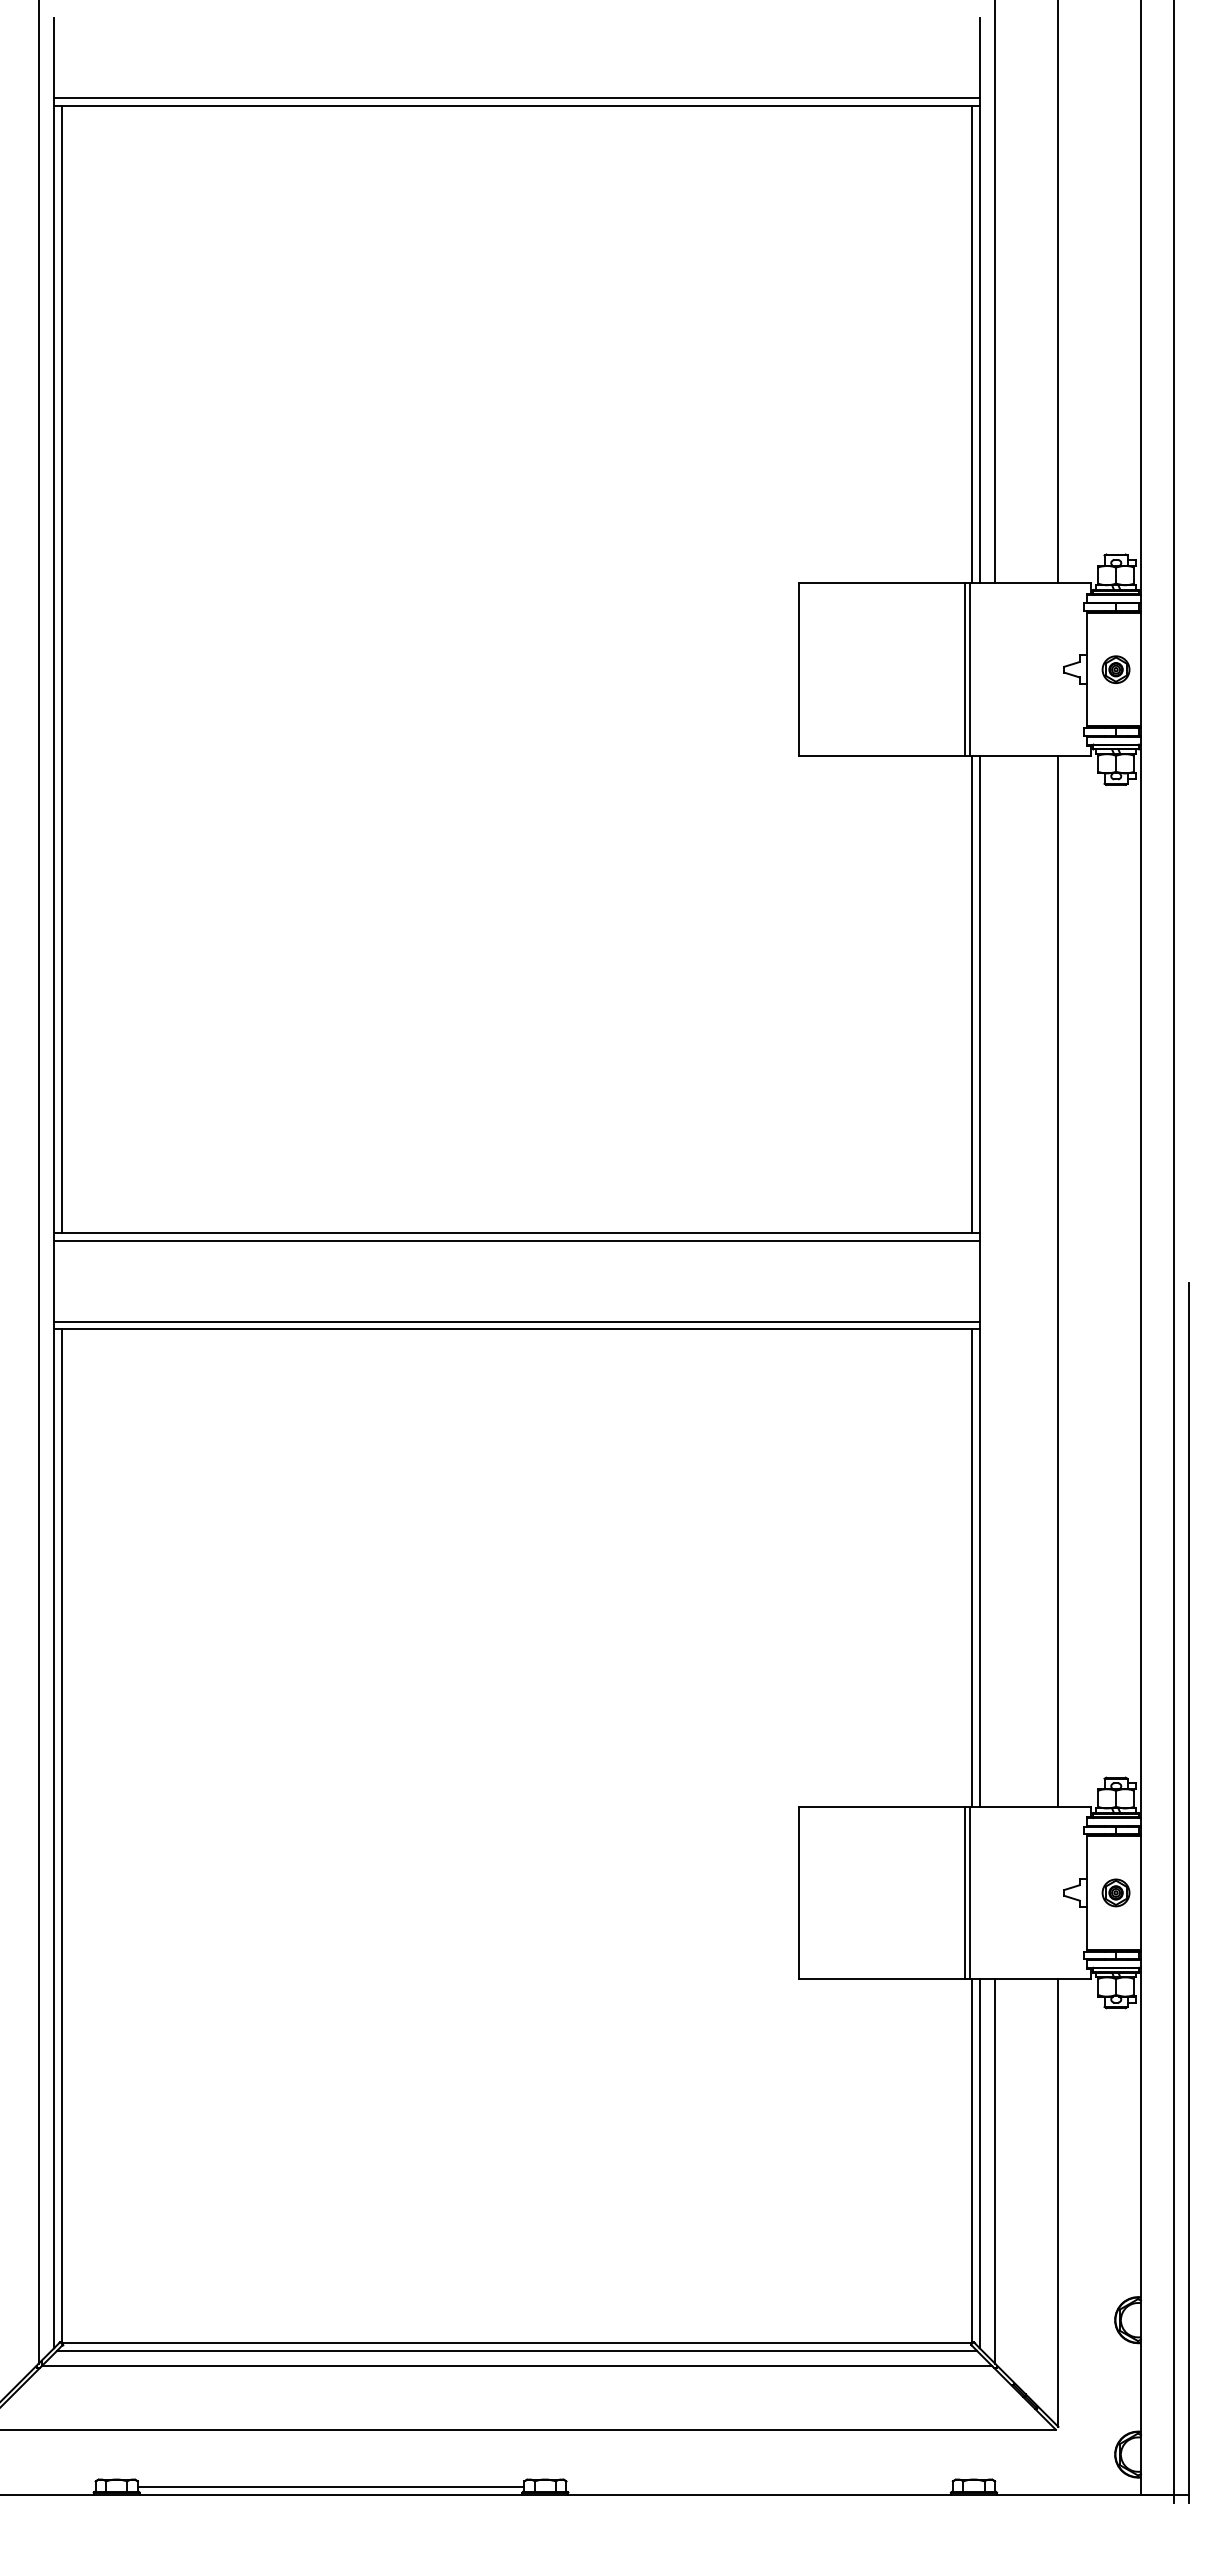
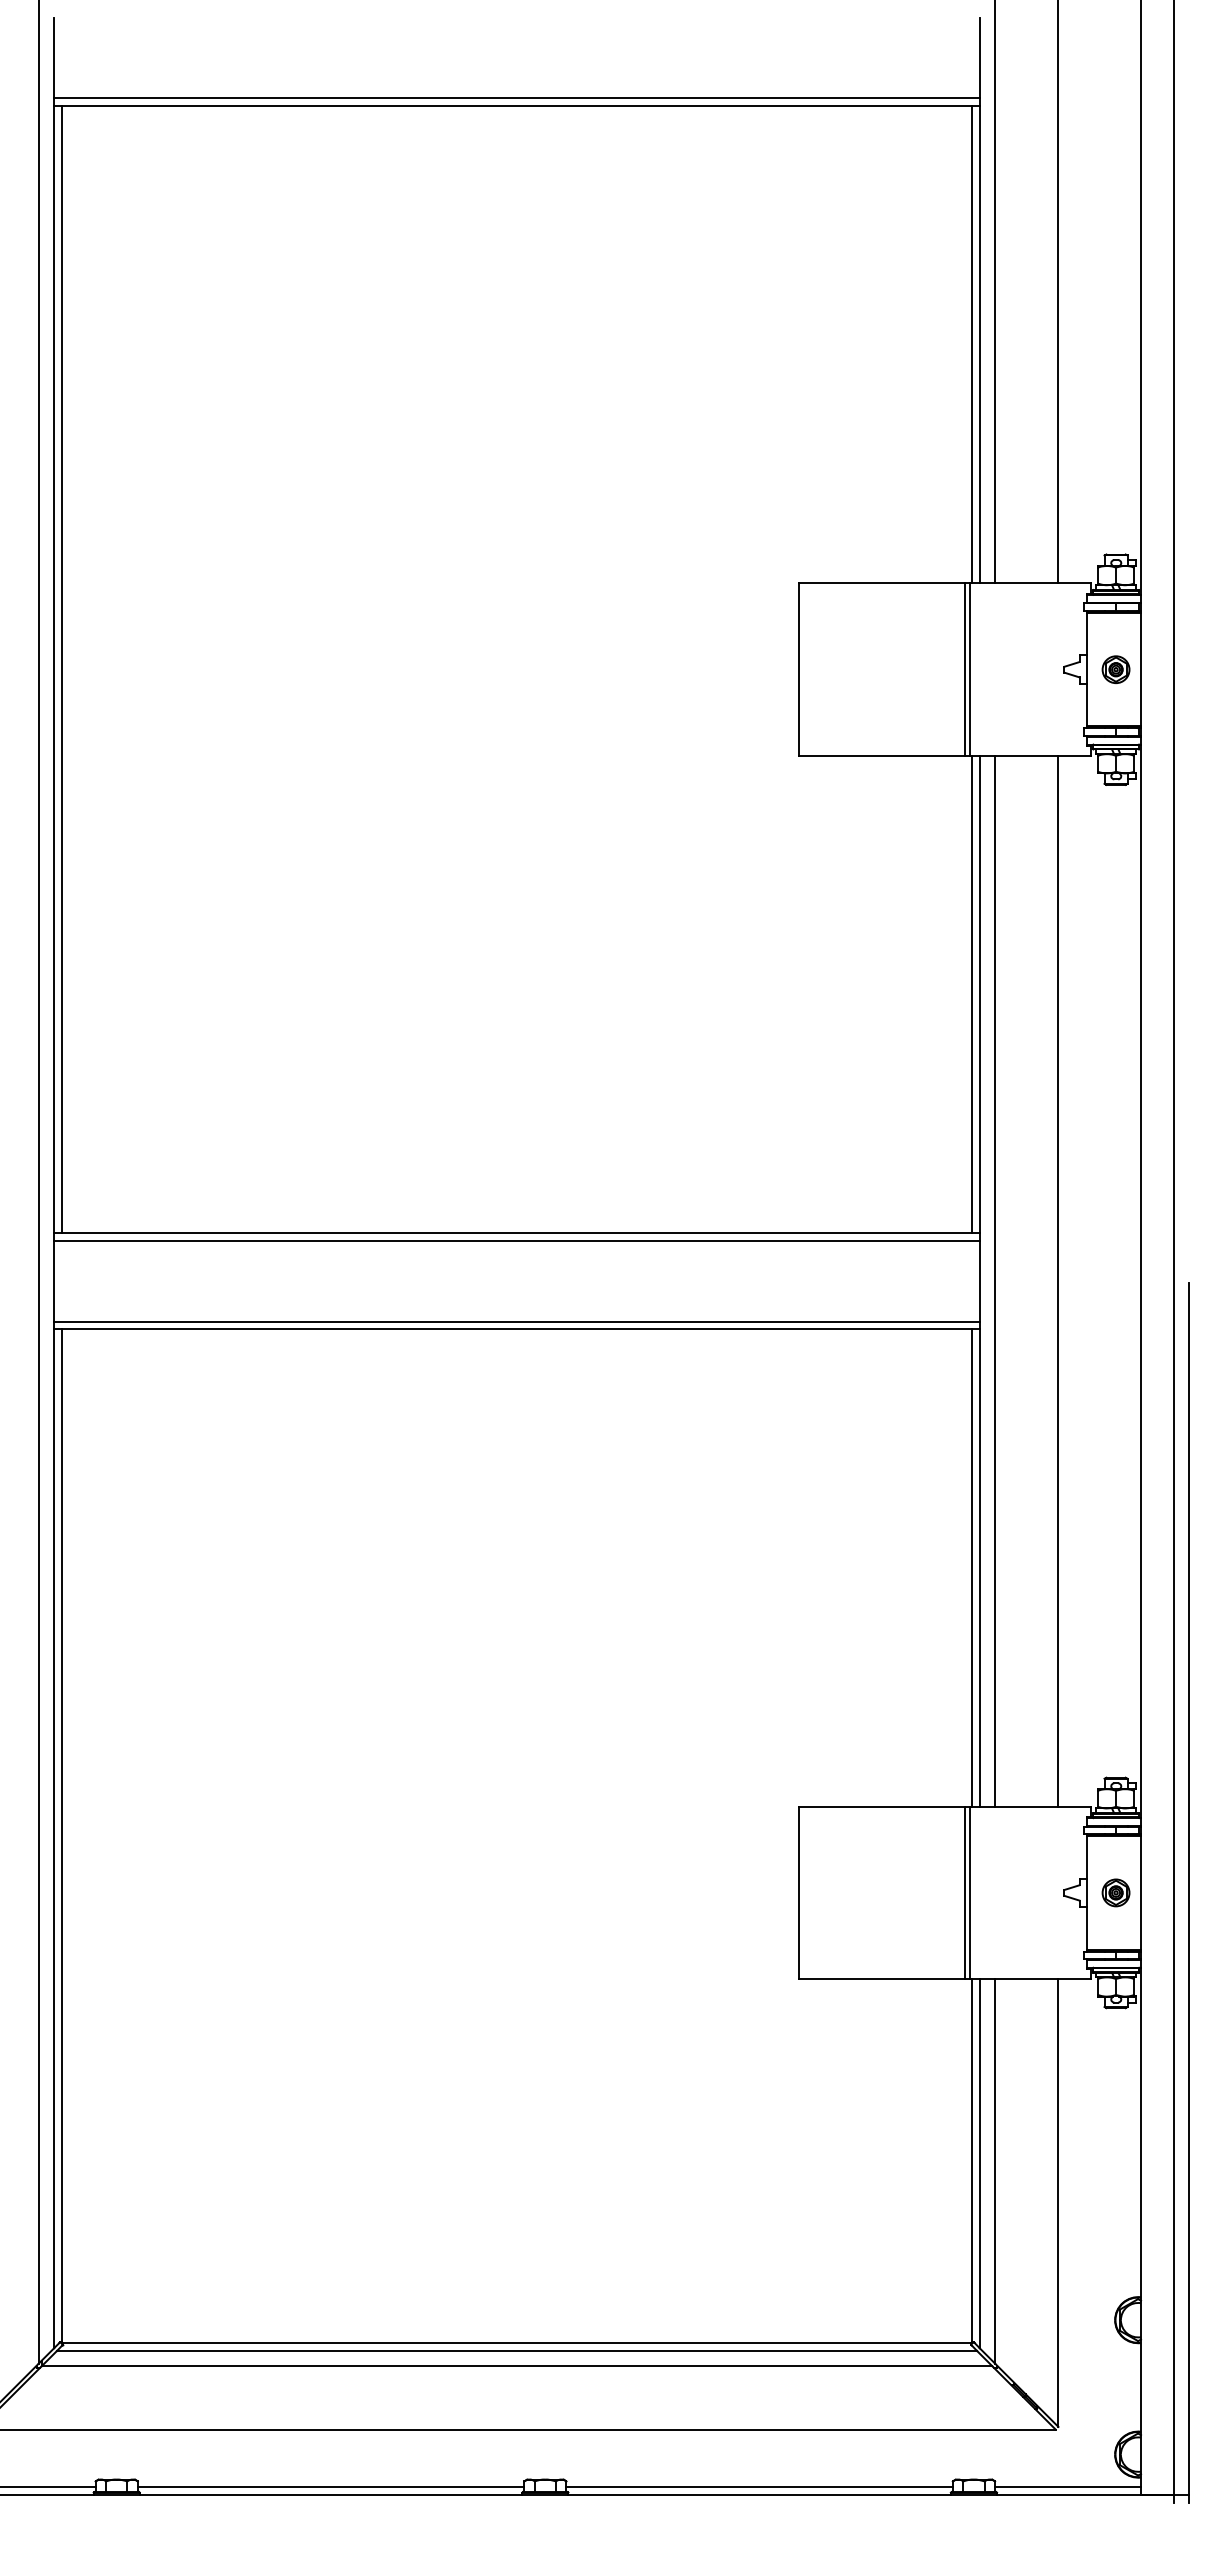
line at (995, 1281): none -> present
line at (48, 2487): none -> present
line at (759, 2487): none -> present
line at (1068, 2487): none -> present
